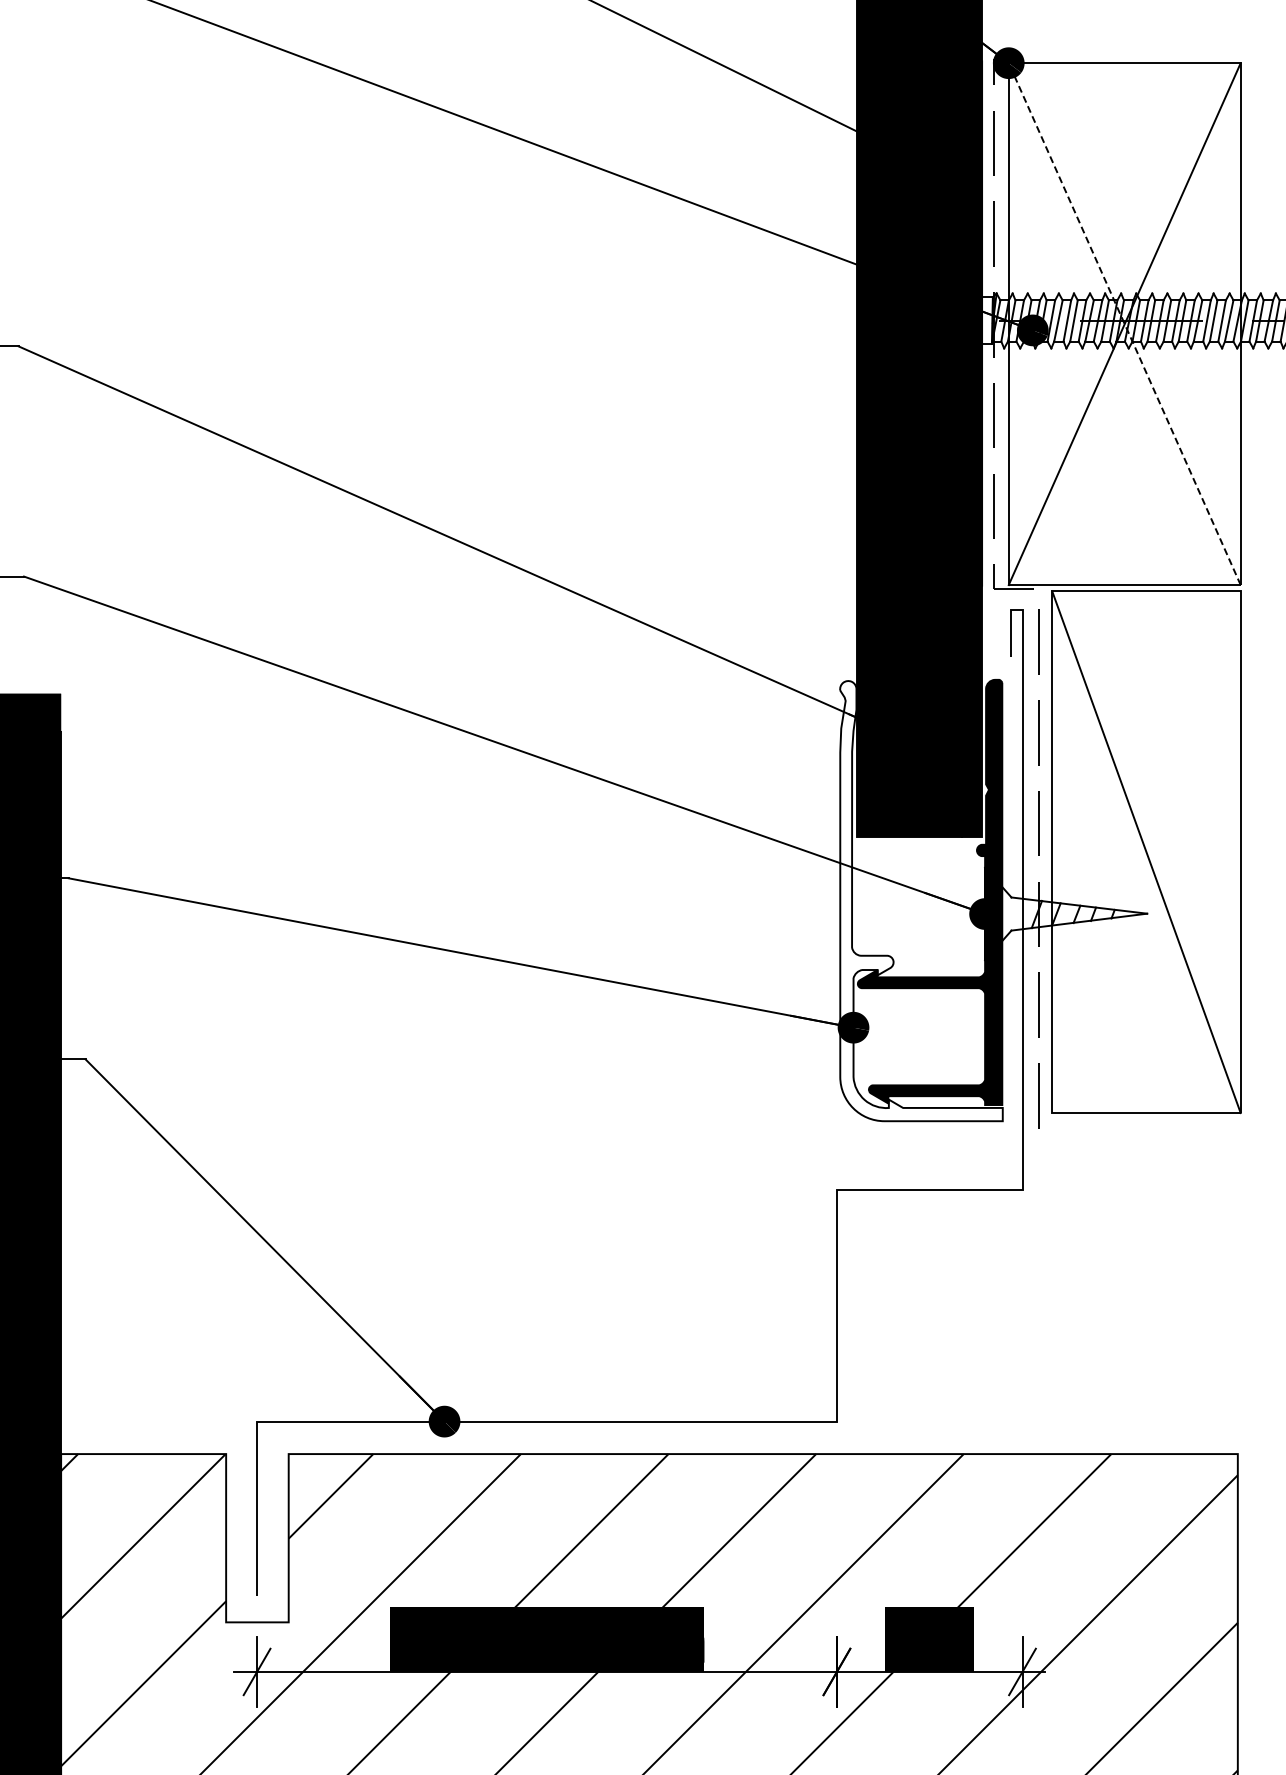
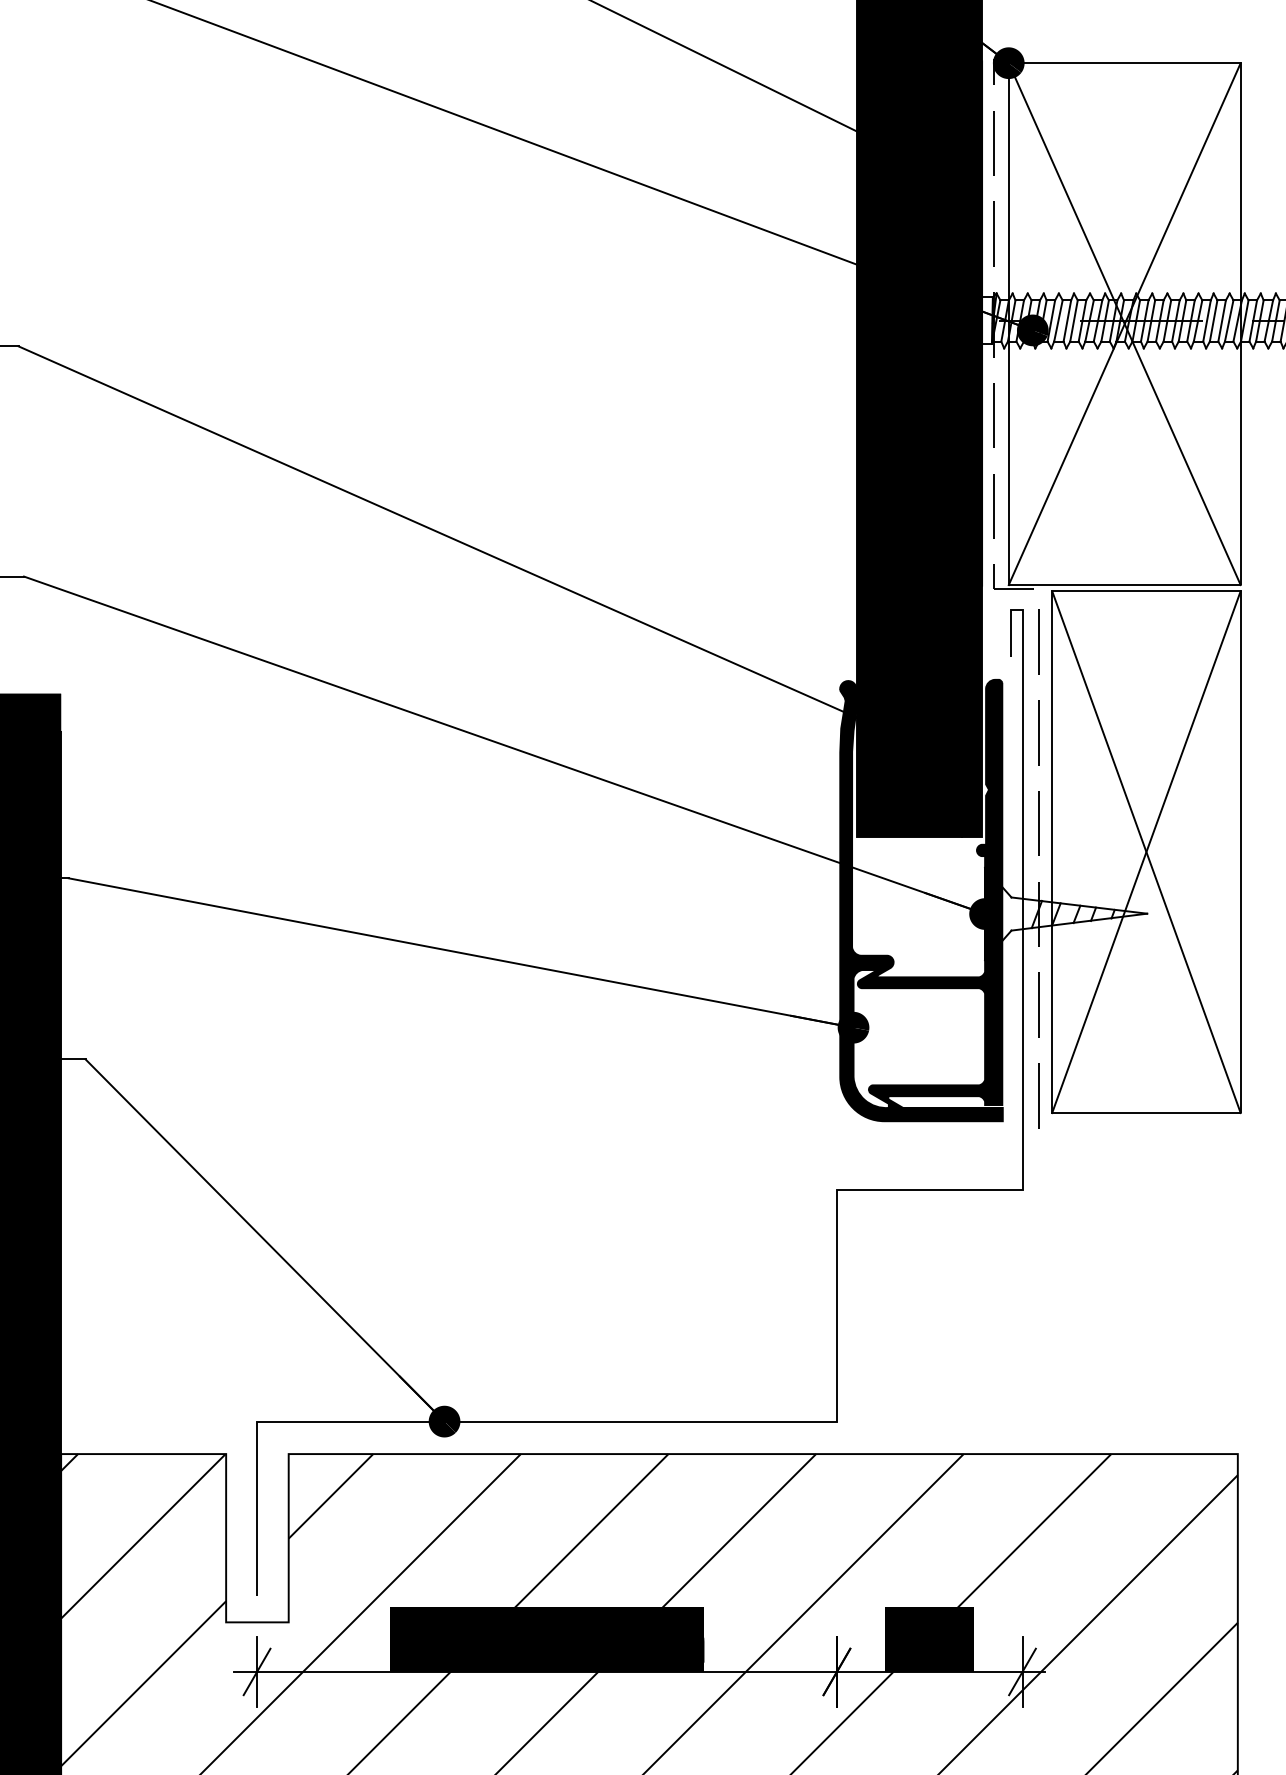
line at (1124, 324): dashed -> solid
line at (1146, 852): none -> present
fill at (921, 901): none -> present
